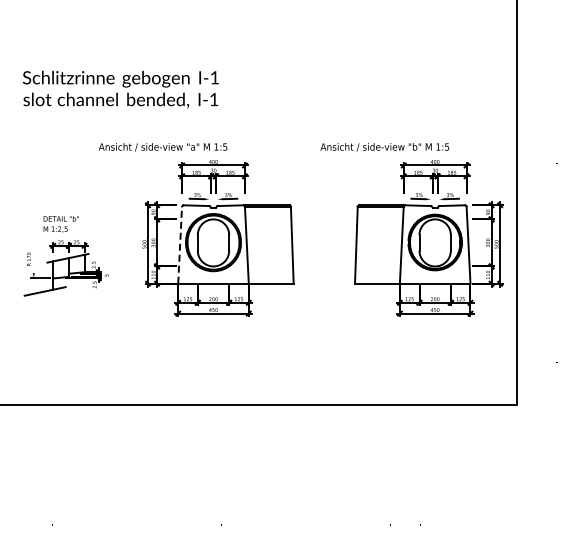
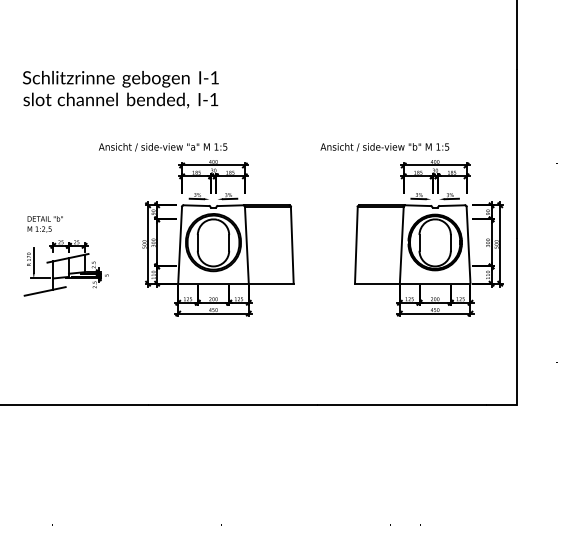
text at (60, 224) position: (60, 224) -> (44, 224)
line at (180, 245): dashed -> solid
line at (33, 260): none -> present
